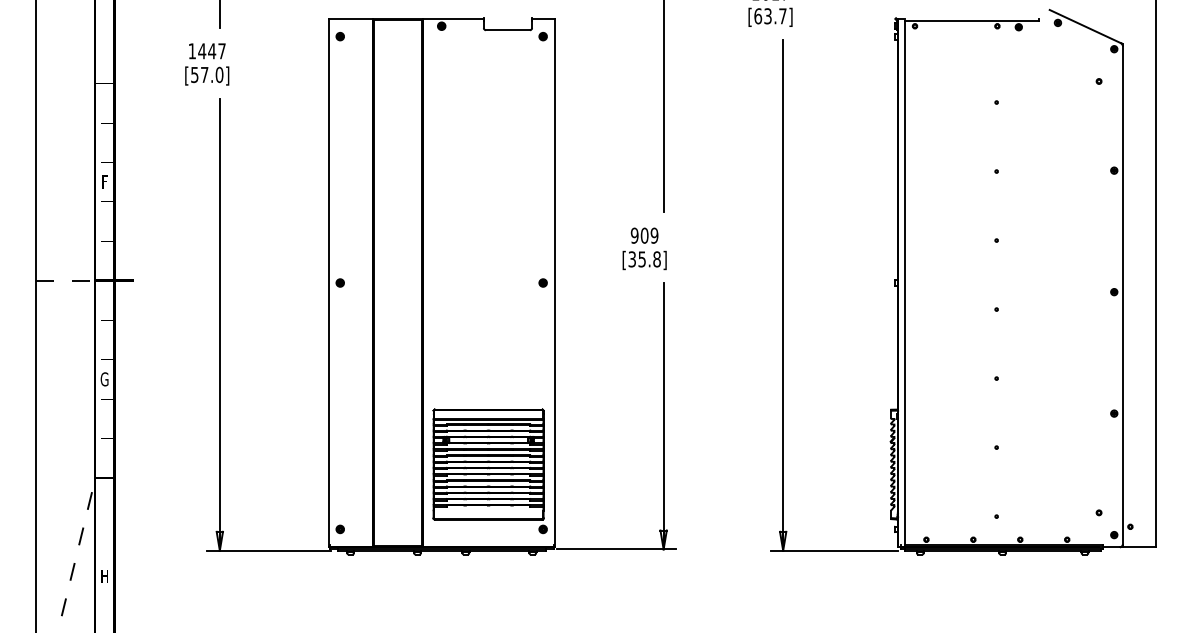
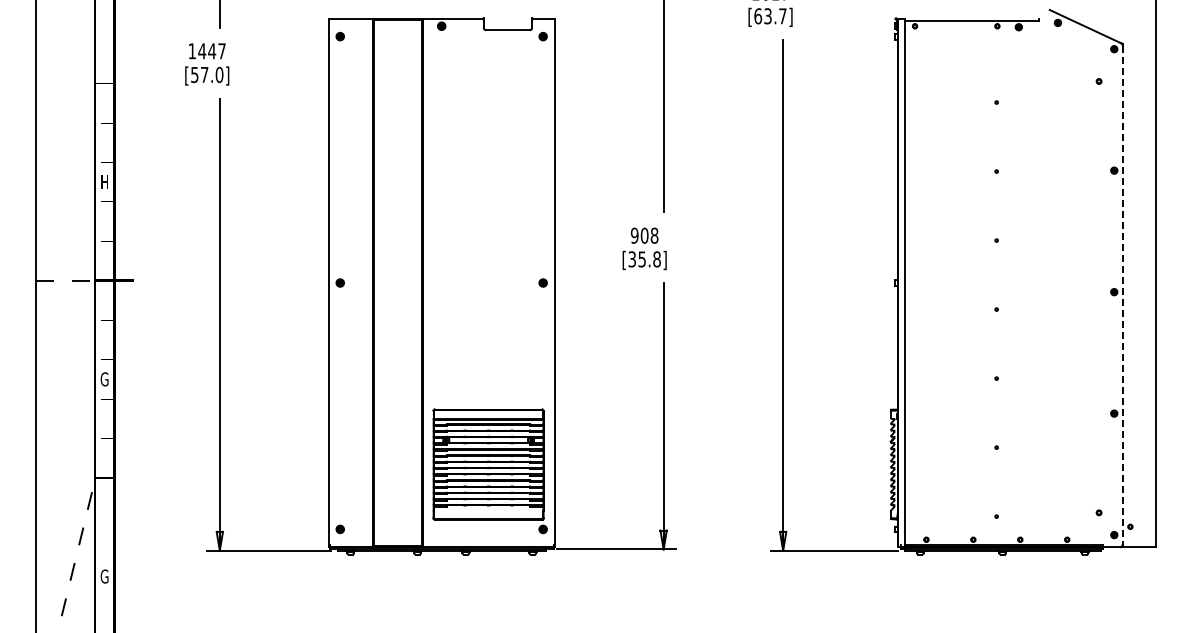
text at (104, 181): F -> H
text at (654, 235): 909 -> 908
line at (1122, 295): solid -> dashed
text at (104, 576): H -> G
